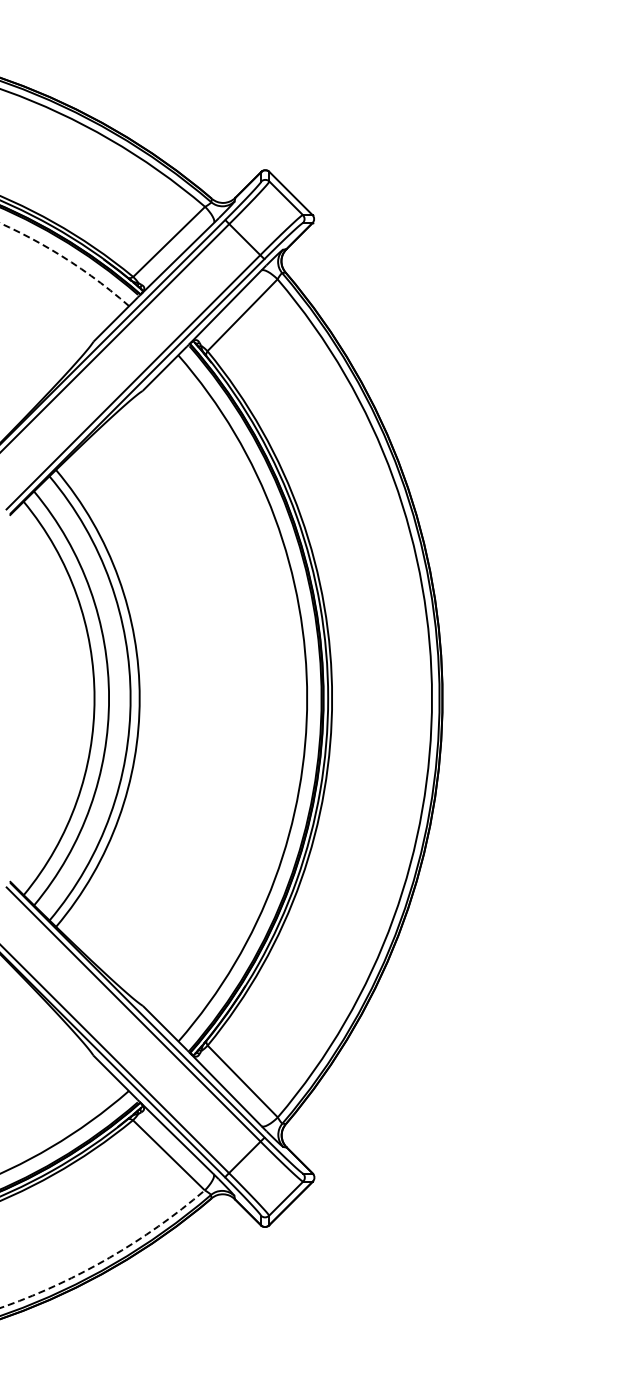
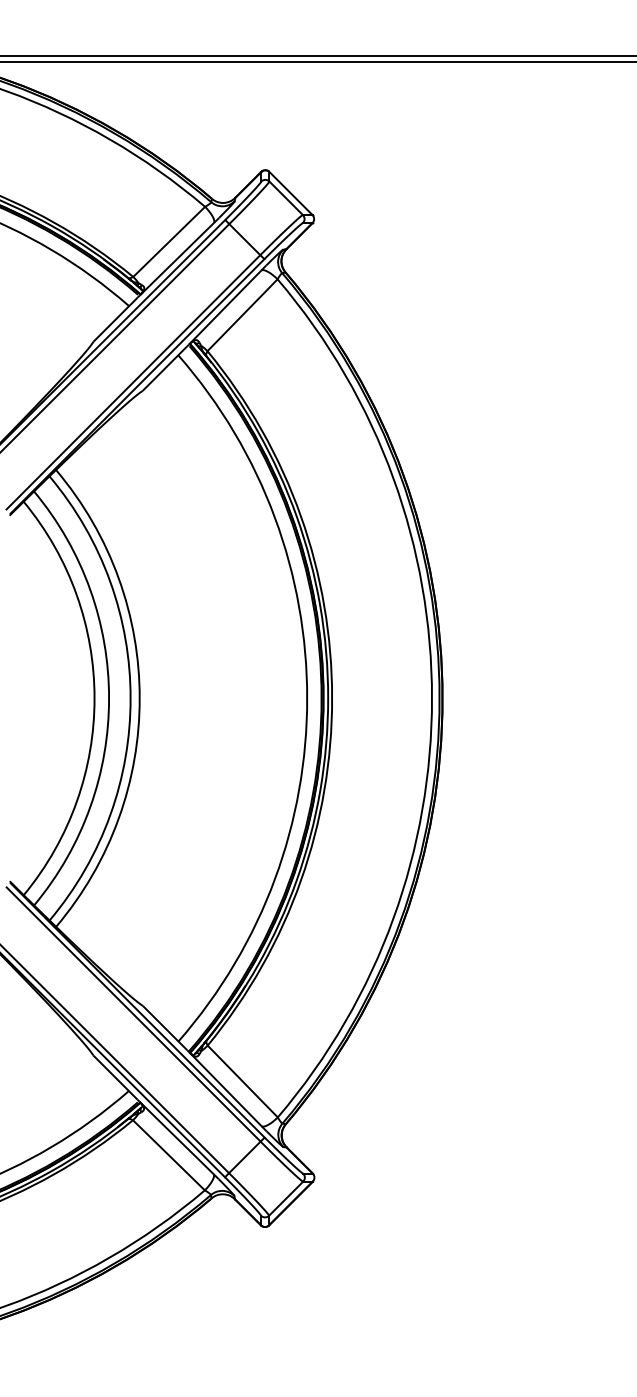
line at (317, 56): none -> present
line at (317, 62): none -> present
arc at (68, 260): dashed -> solid
arc at (108, 1258): dashed -> solid
